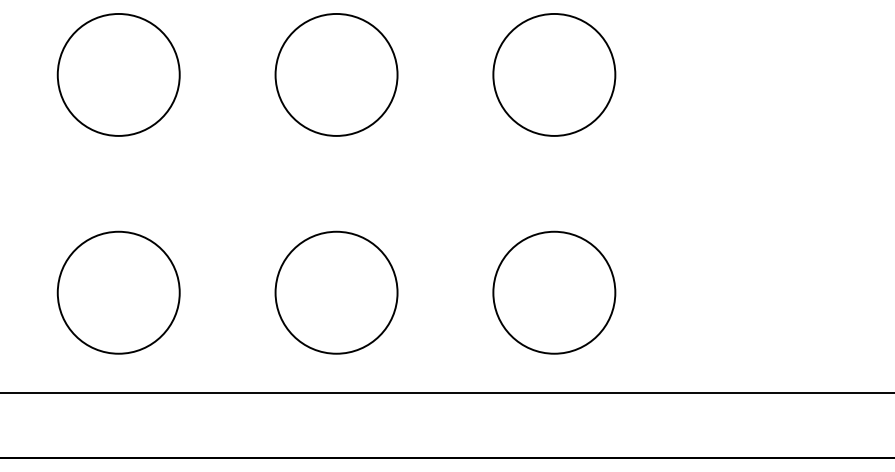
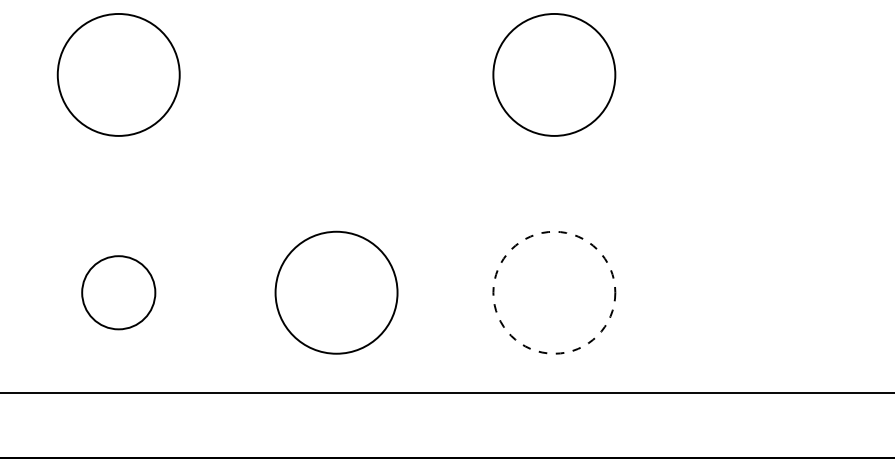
circle at (336, 74): present -> none
circle at (118, 292) diameter: 122 px -> 73 px
circle at (554, 292): solid -> dashed
